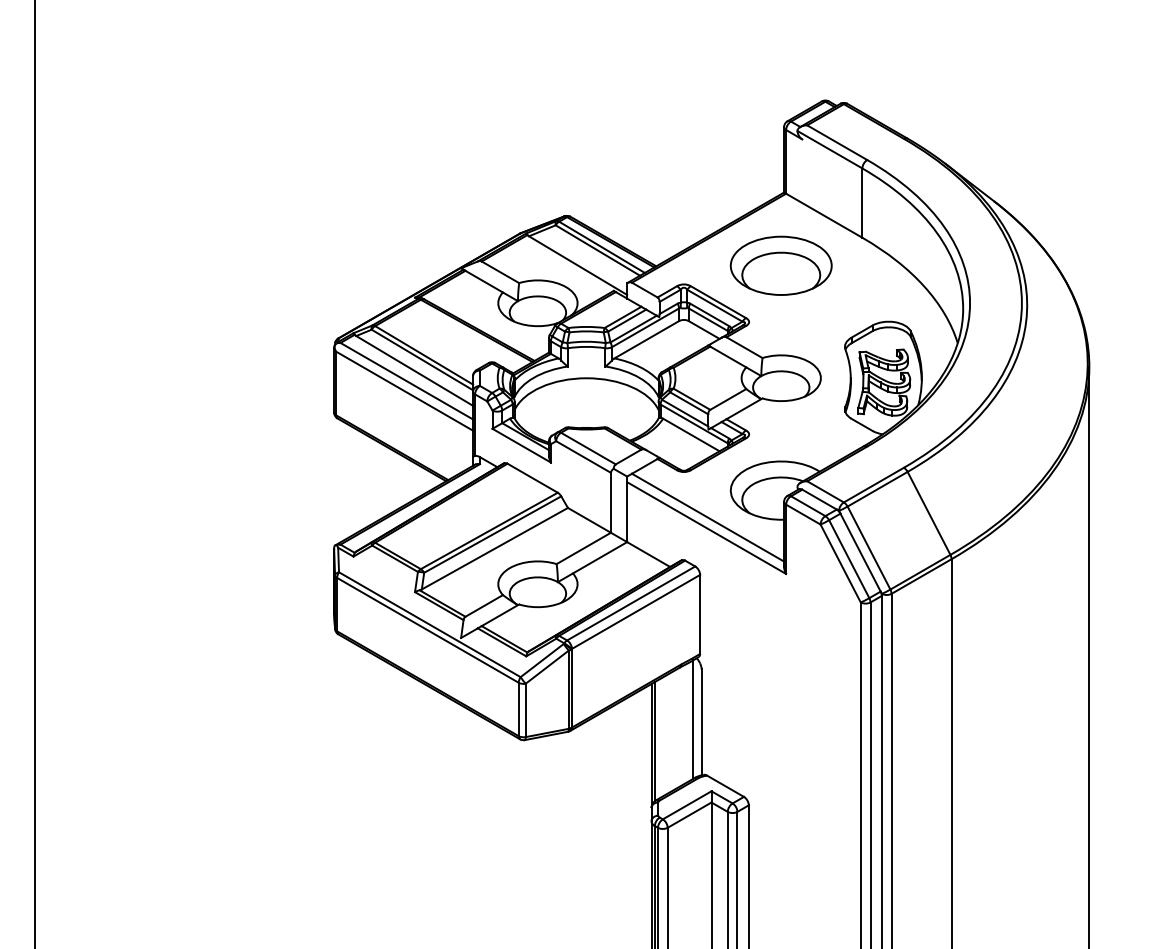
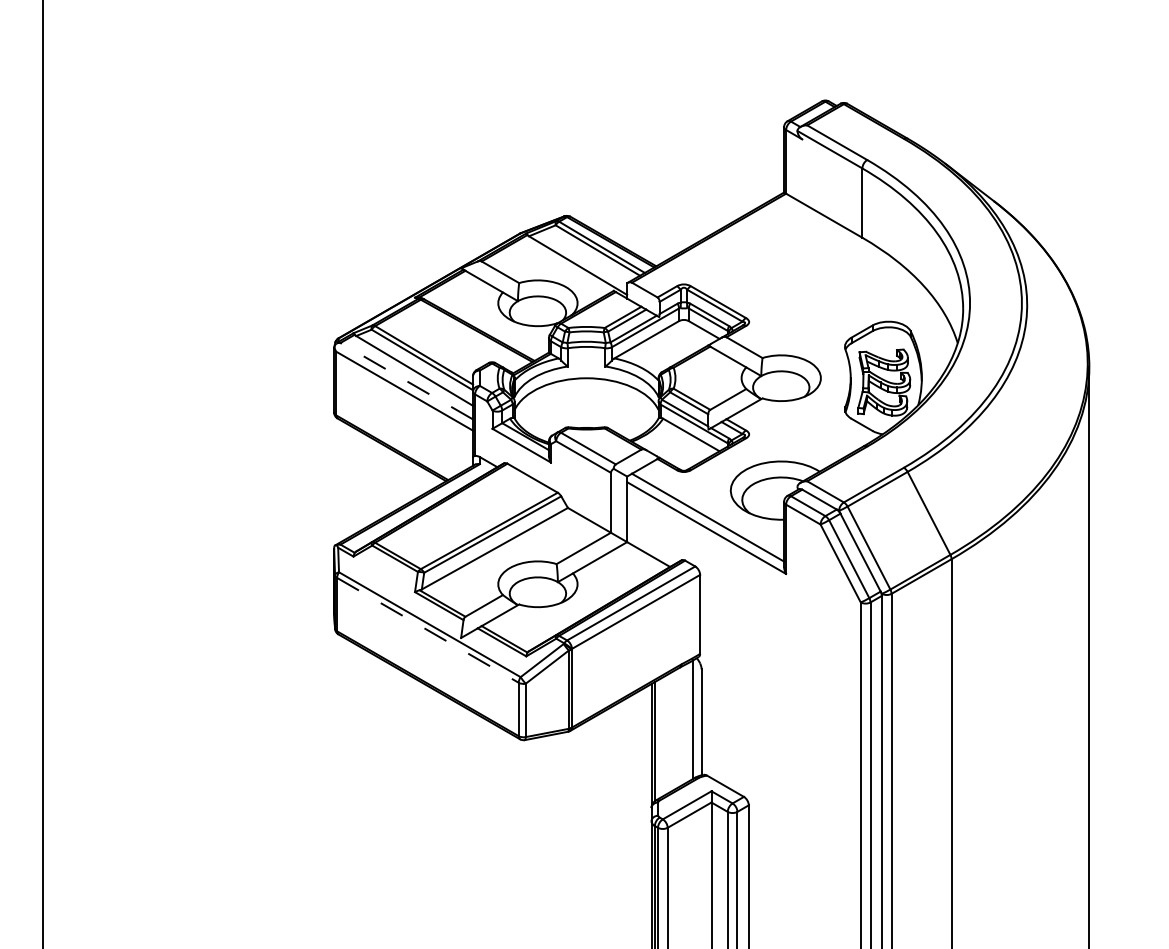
part at (780, 265): present -> none
line at (406, 380): solid -> dashed
line at (35, 473) position: (35, 473) -> (43, 473)
line at (427, 630): solid -> dashed
